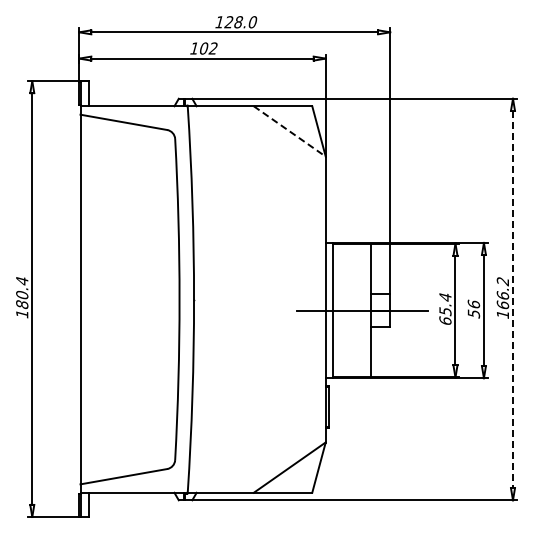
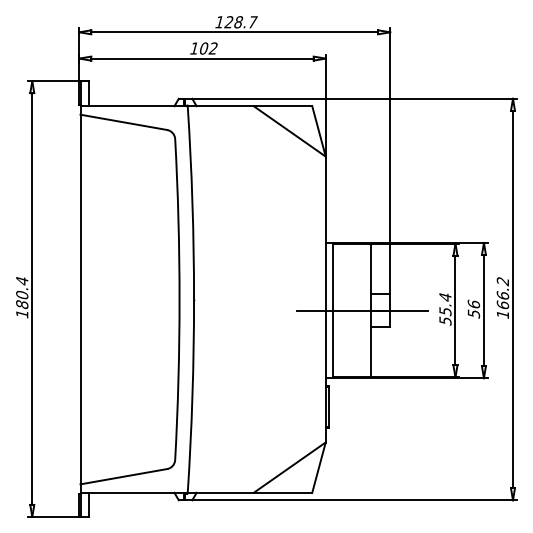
text at (252, 22): 128.0 -> 128.7
line at (289, 131): dashed -> solid
line at (512, 299): dashed -> solid
text at (445, 320): 65.4 -> 55.4
